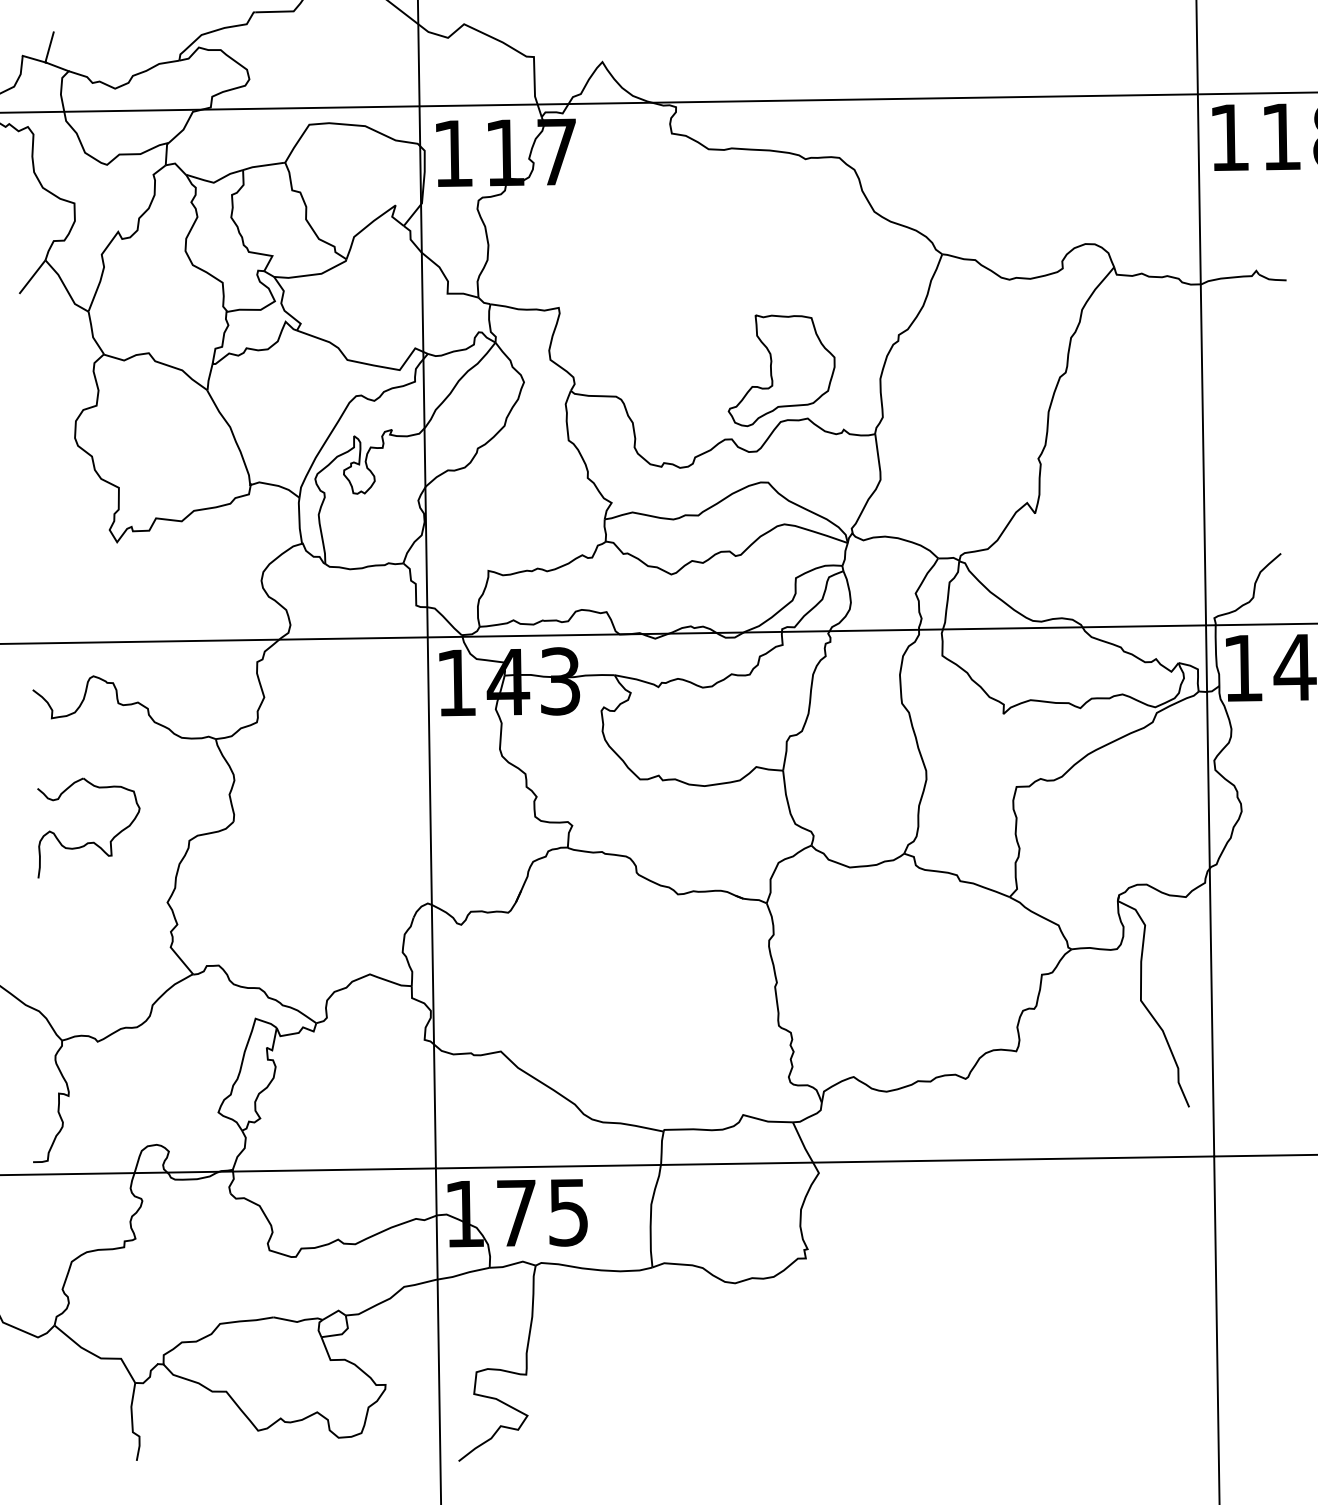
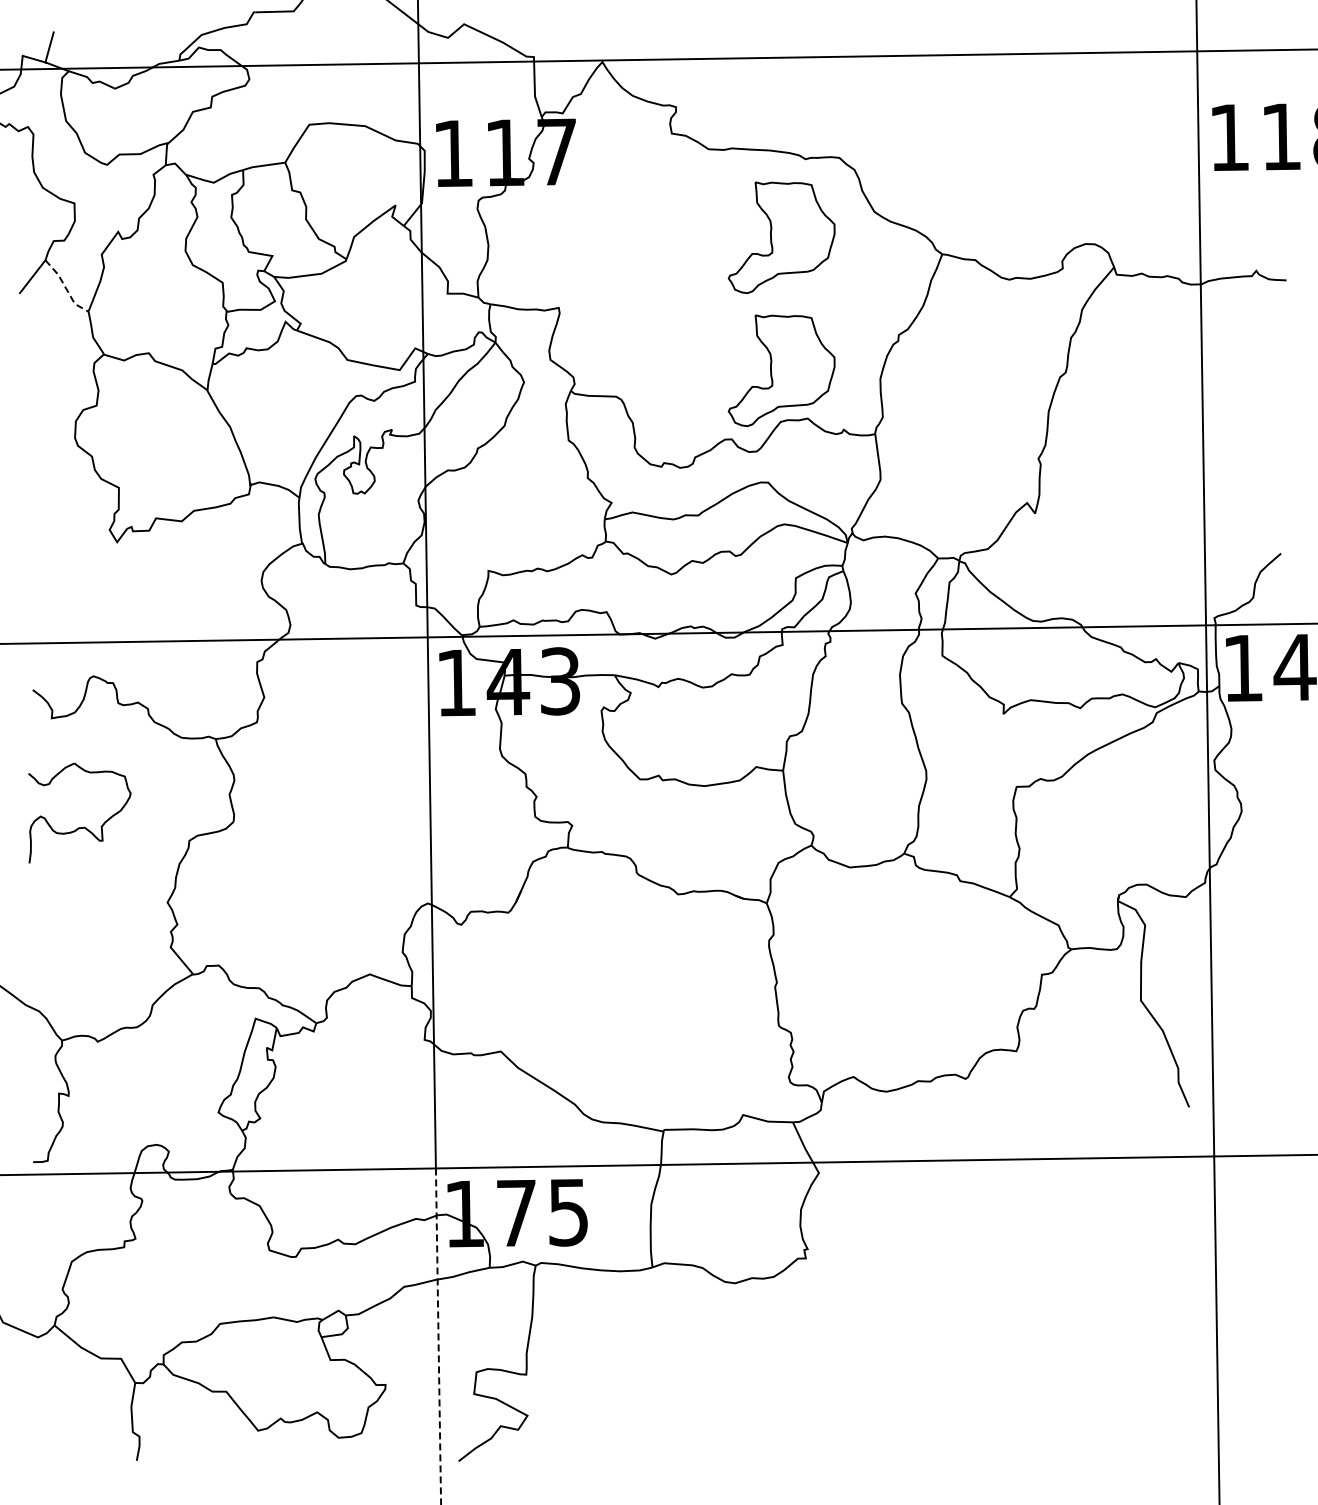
line at (658, 102) position: (658, 102) -> (658, 59)
part at (781, 237): none -> present
line at (65, 287): solid -> dashed
part at (93, 841) position: (93, 841) -> (84, 826)
line at (438, 1336): solid -> dashed
